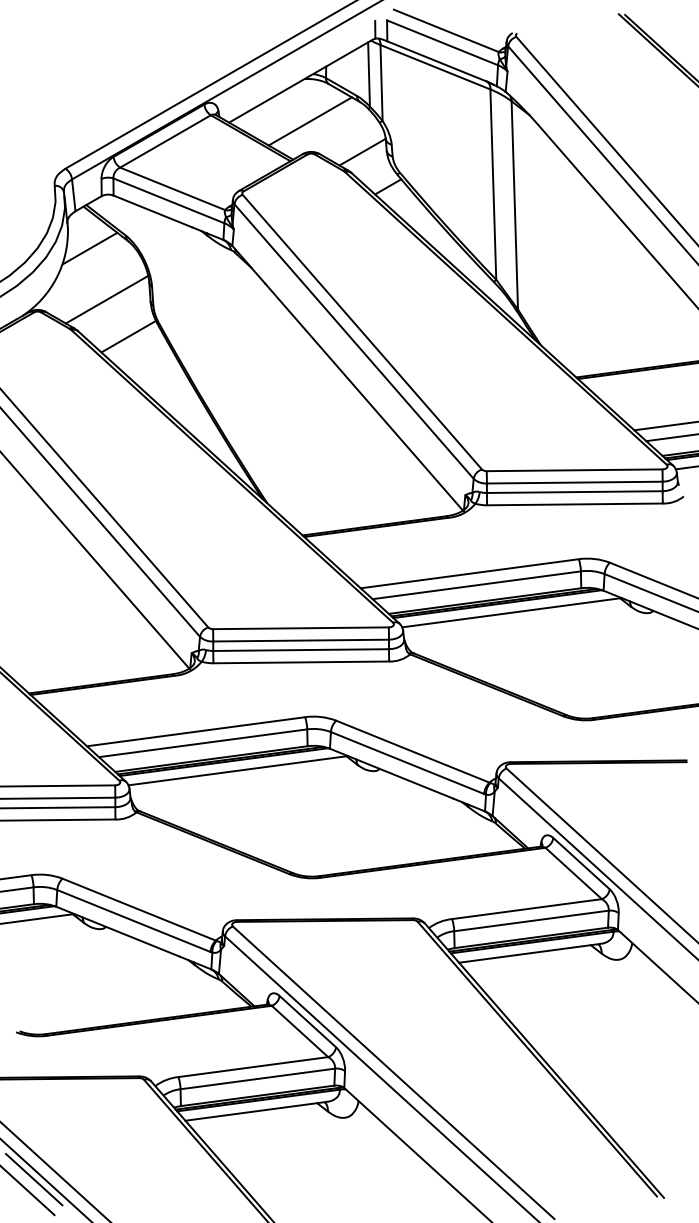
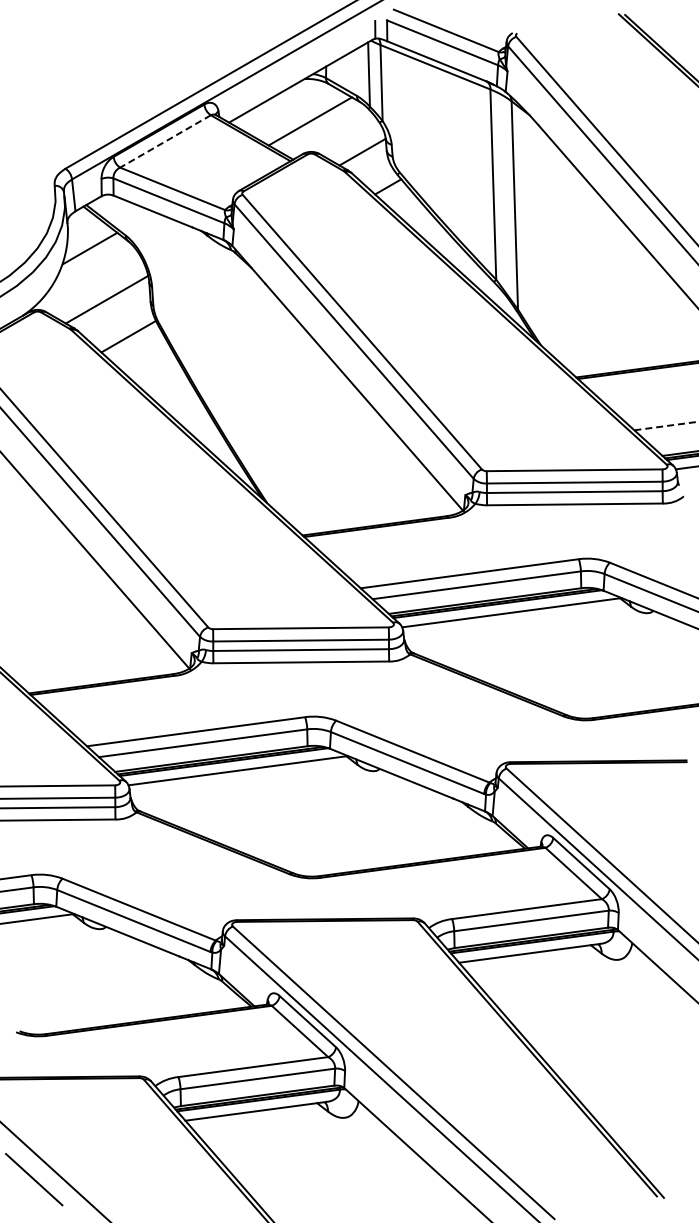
line at (165, 141): solid -> dashed
line at (666, 425): solid -> dashed
line at (670, 437): present -> none
line at (45, 1179): present -> none
line at (28, 1191): present -> none
